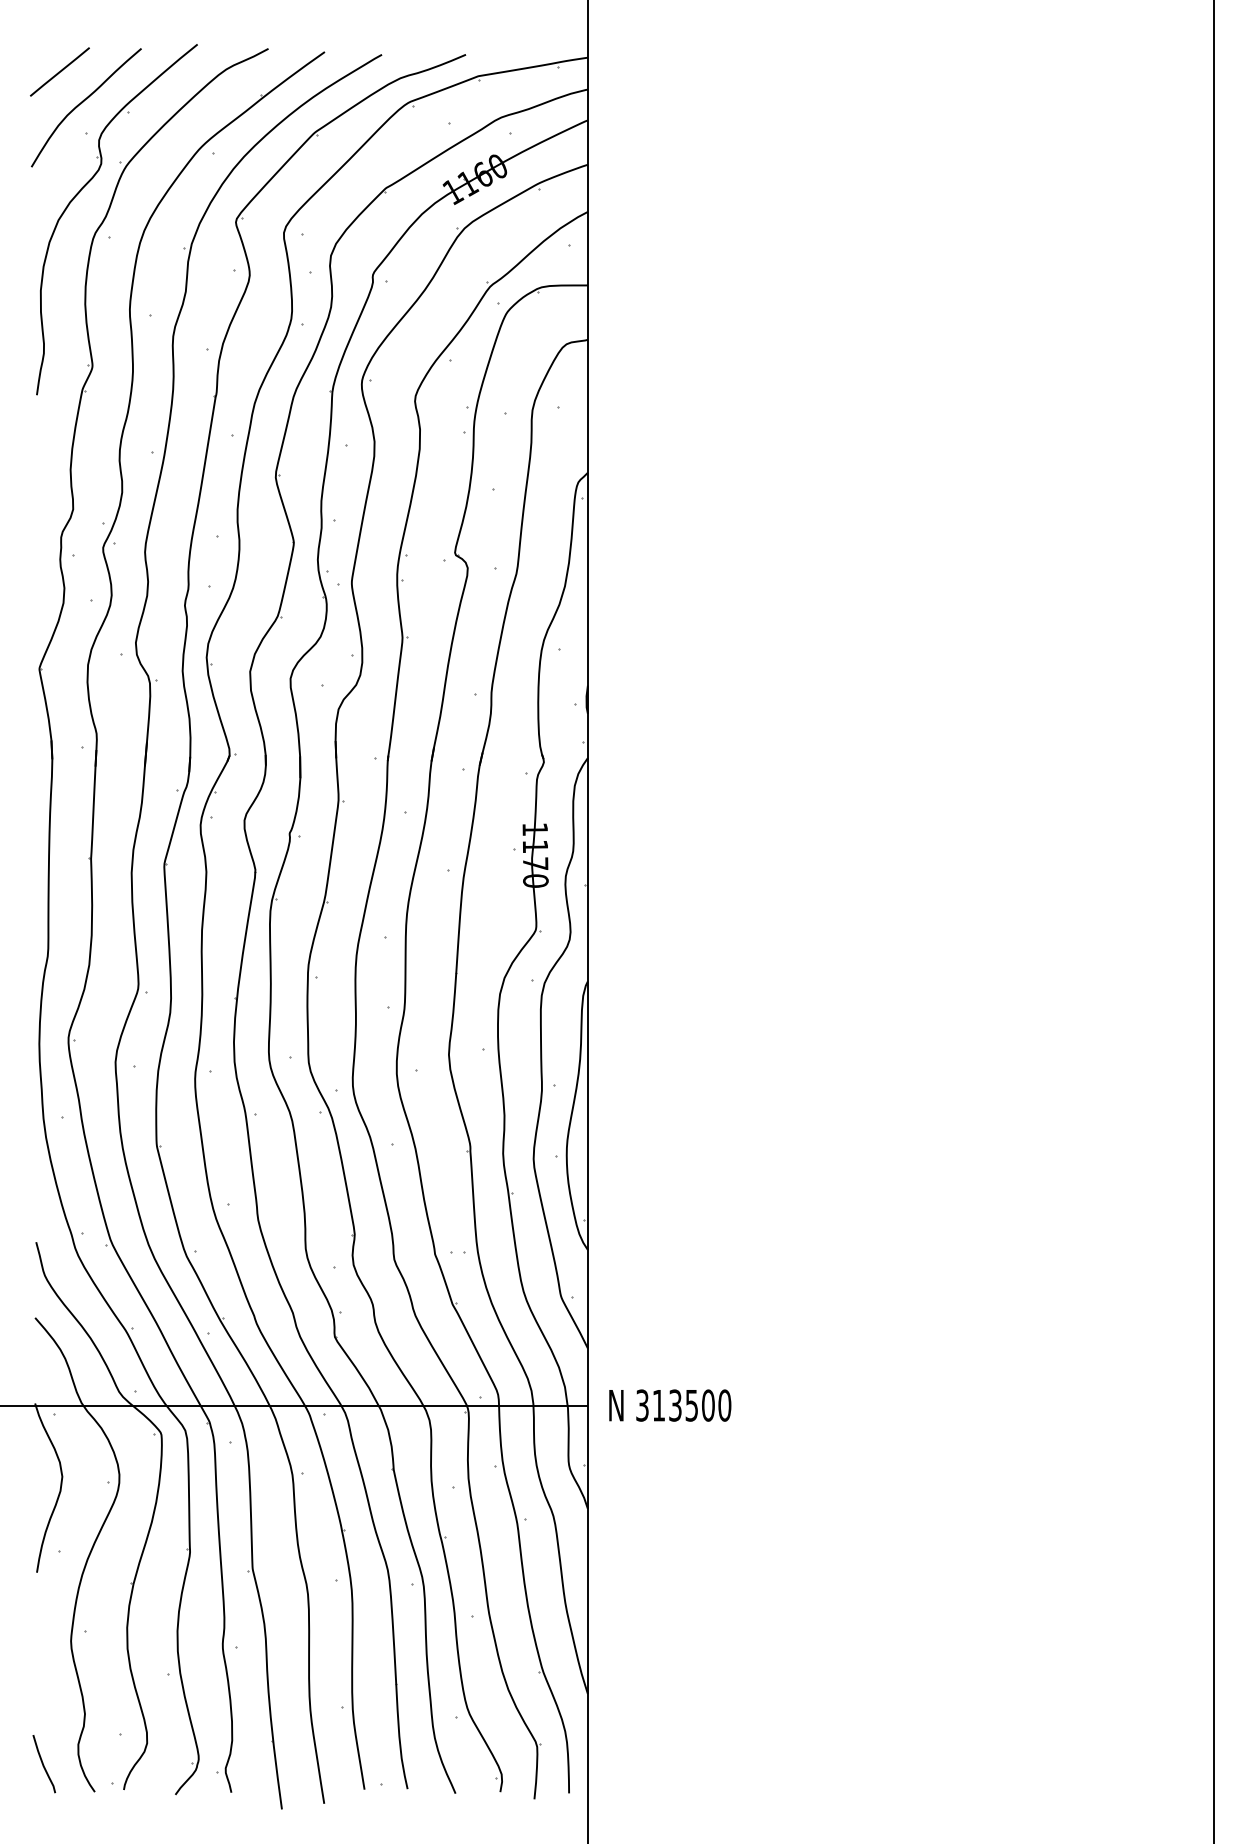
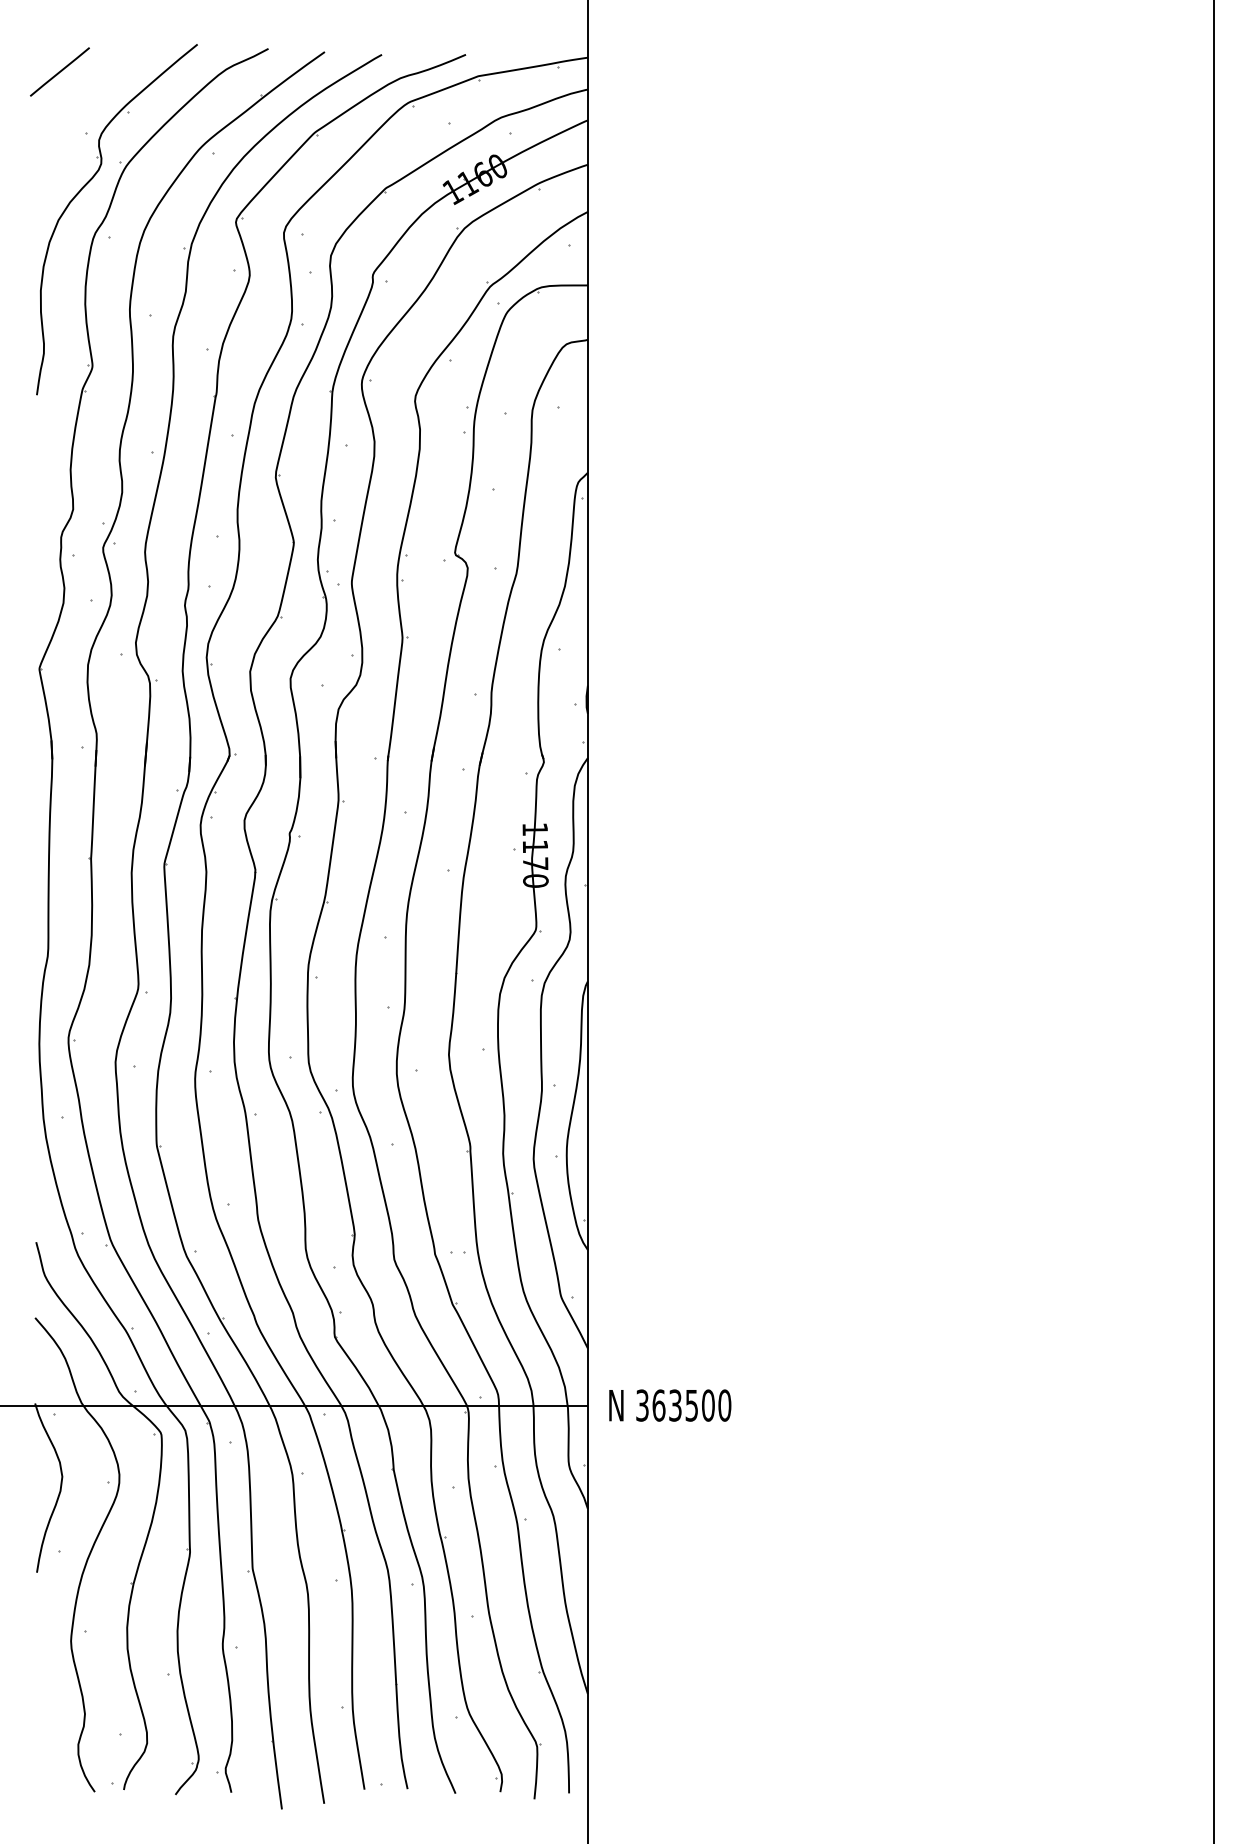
curve at (82, 103): present -> none
text at (658, 1405): 313500 -> 363500
curve at (43, 1764): present -> none
